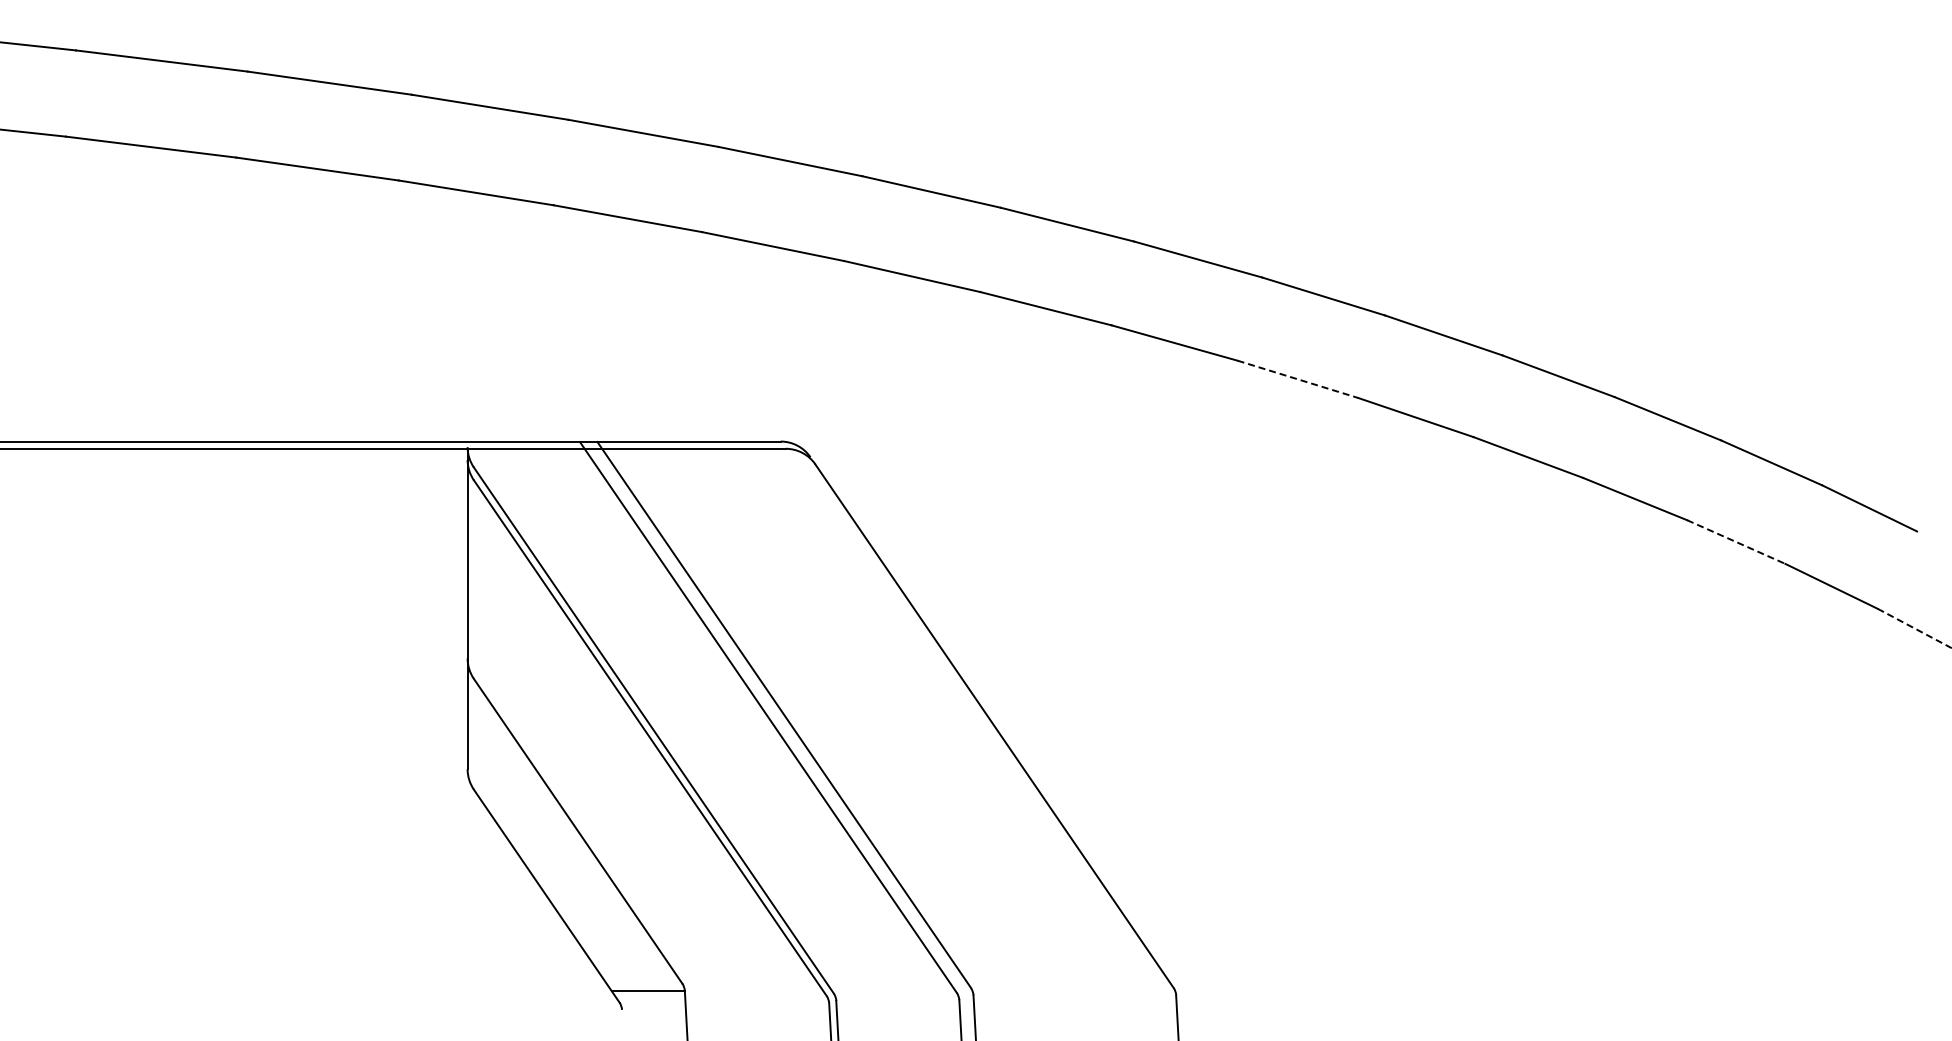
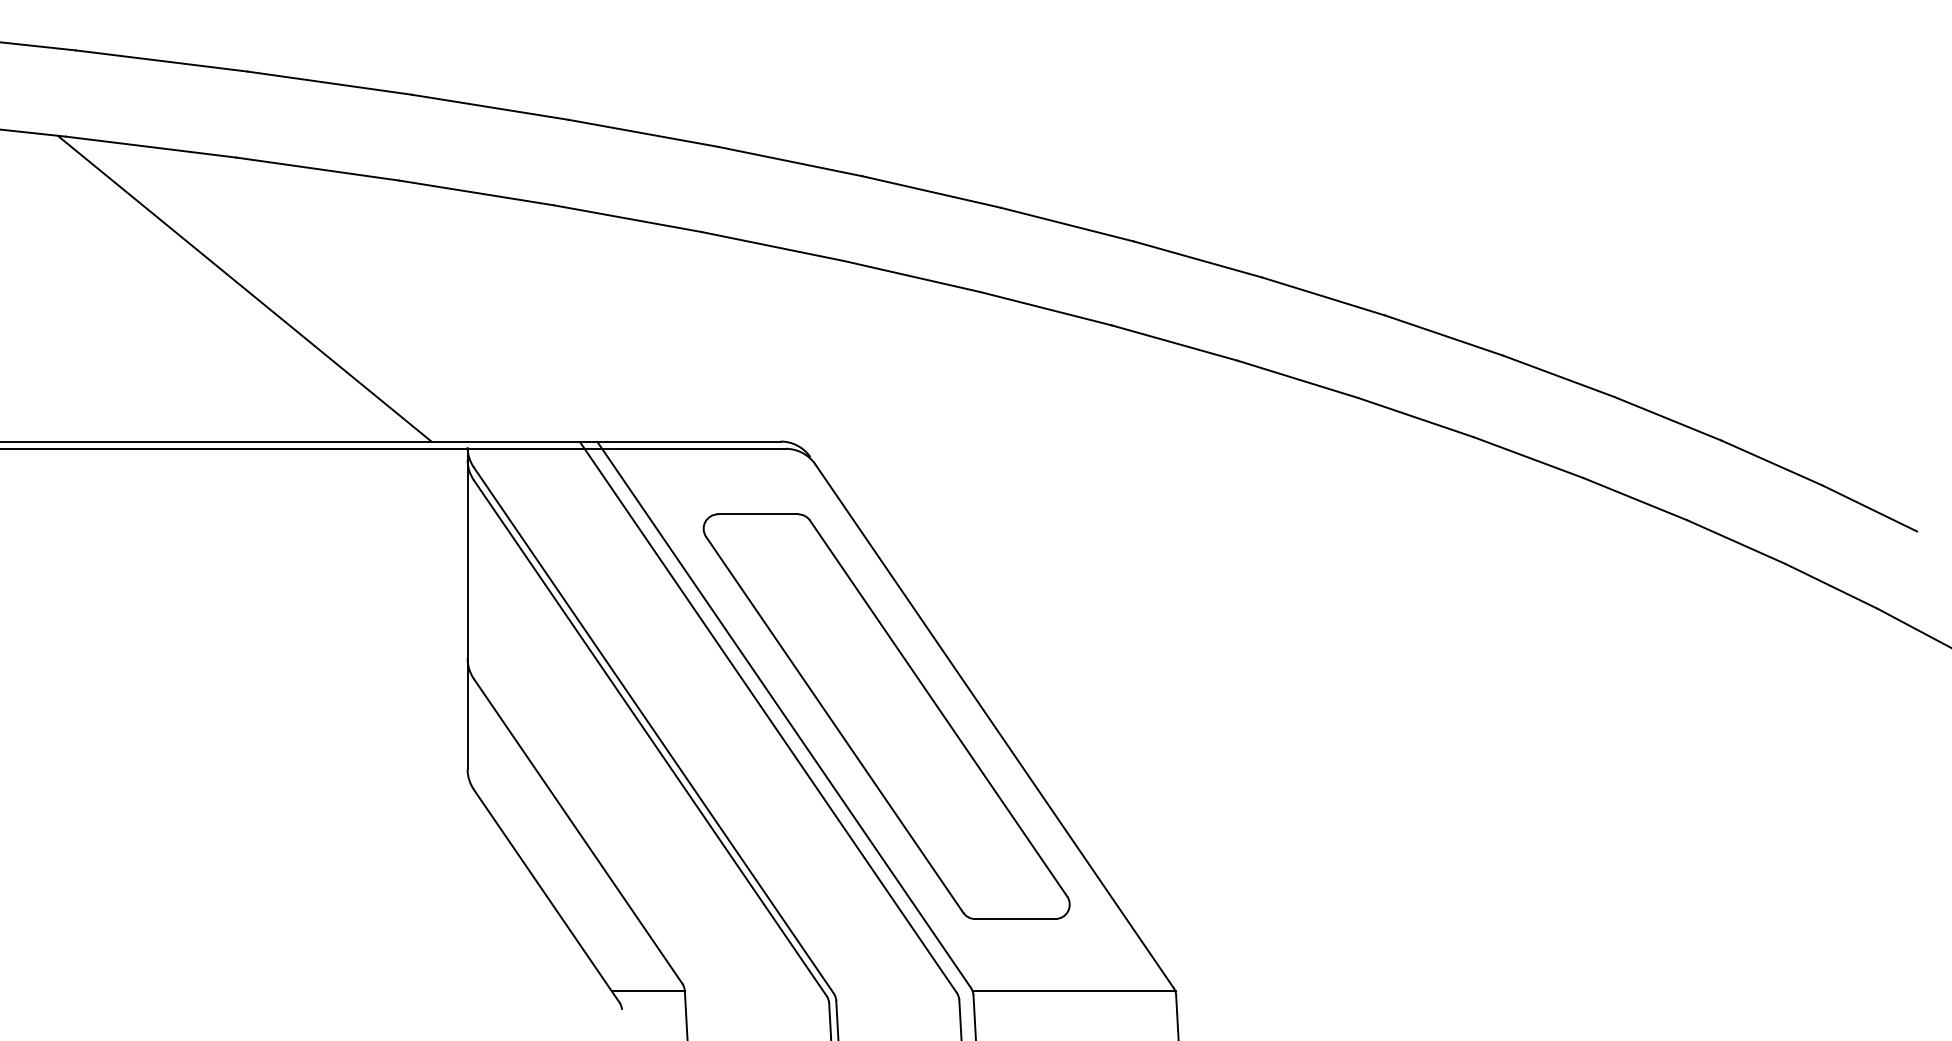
line at (244, 288): none -> present
line at (1298, 379): dashed -> solid
line at (1736, 542): dashed -> solid
line at (1914, 628): dashed -> solid
part at (886, 716): none -> present
line at (1074, 991): none -> present
